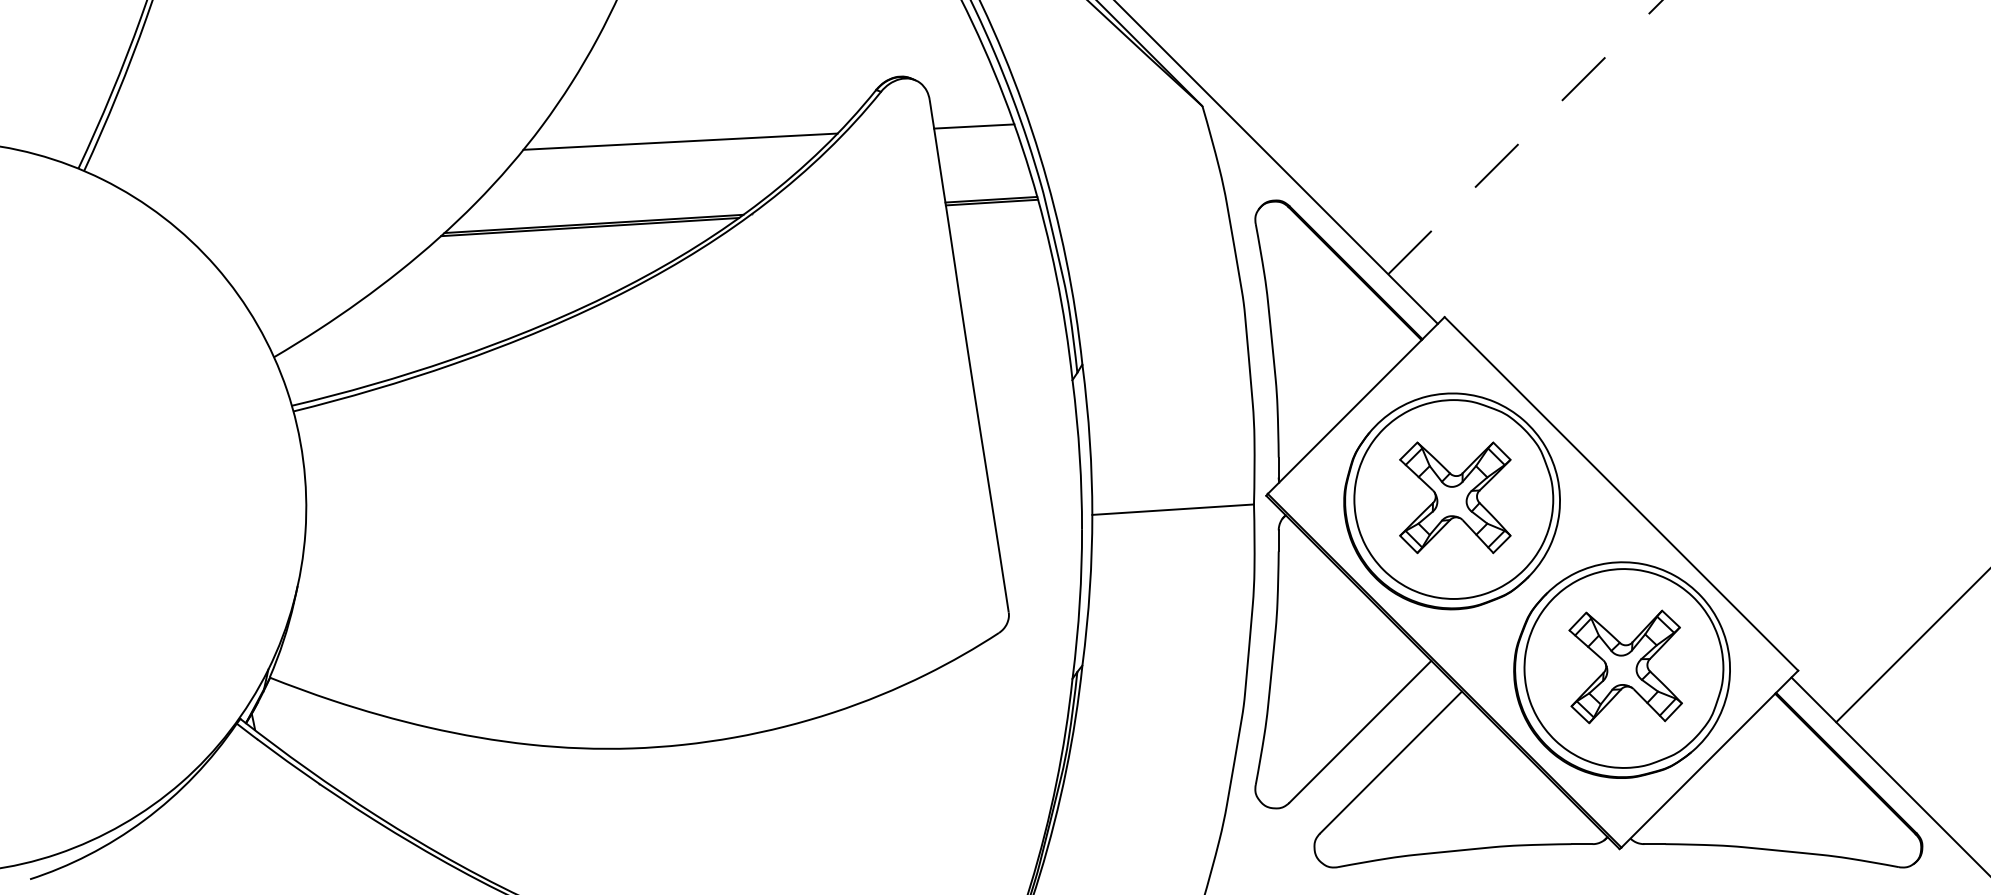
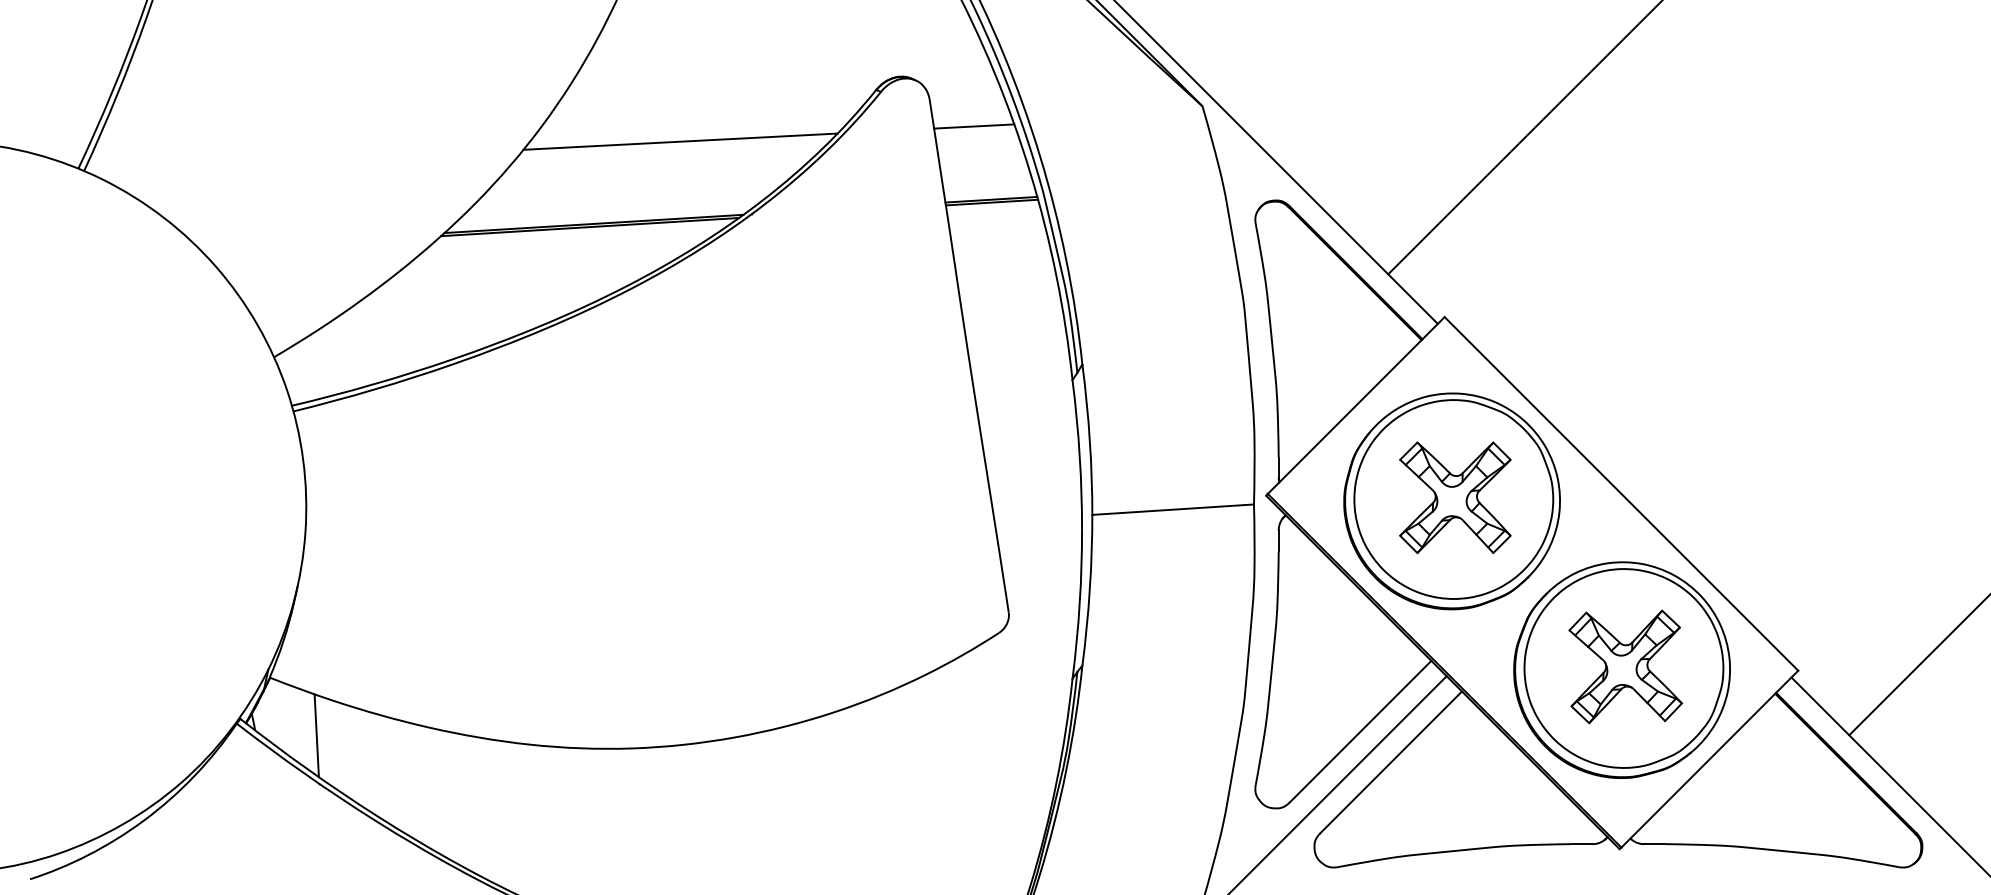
line at (1525, 137): dashed -> solid
line at (1911, 646) position: (1911, 646) -> (1918, 665)
line at (316, 735): none -> present
line at (1338, 783): none -> present
